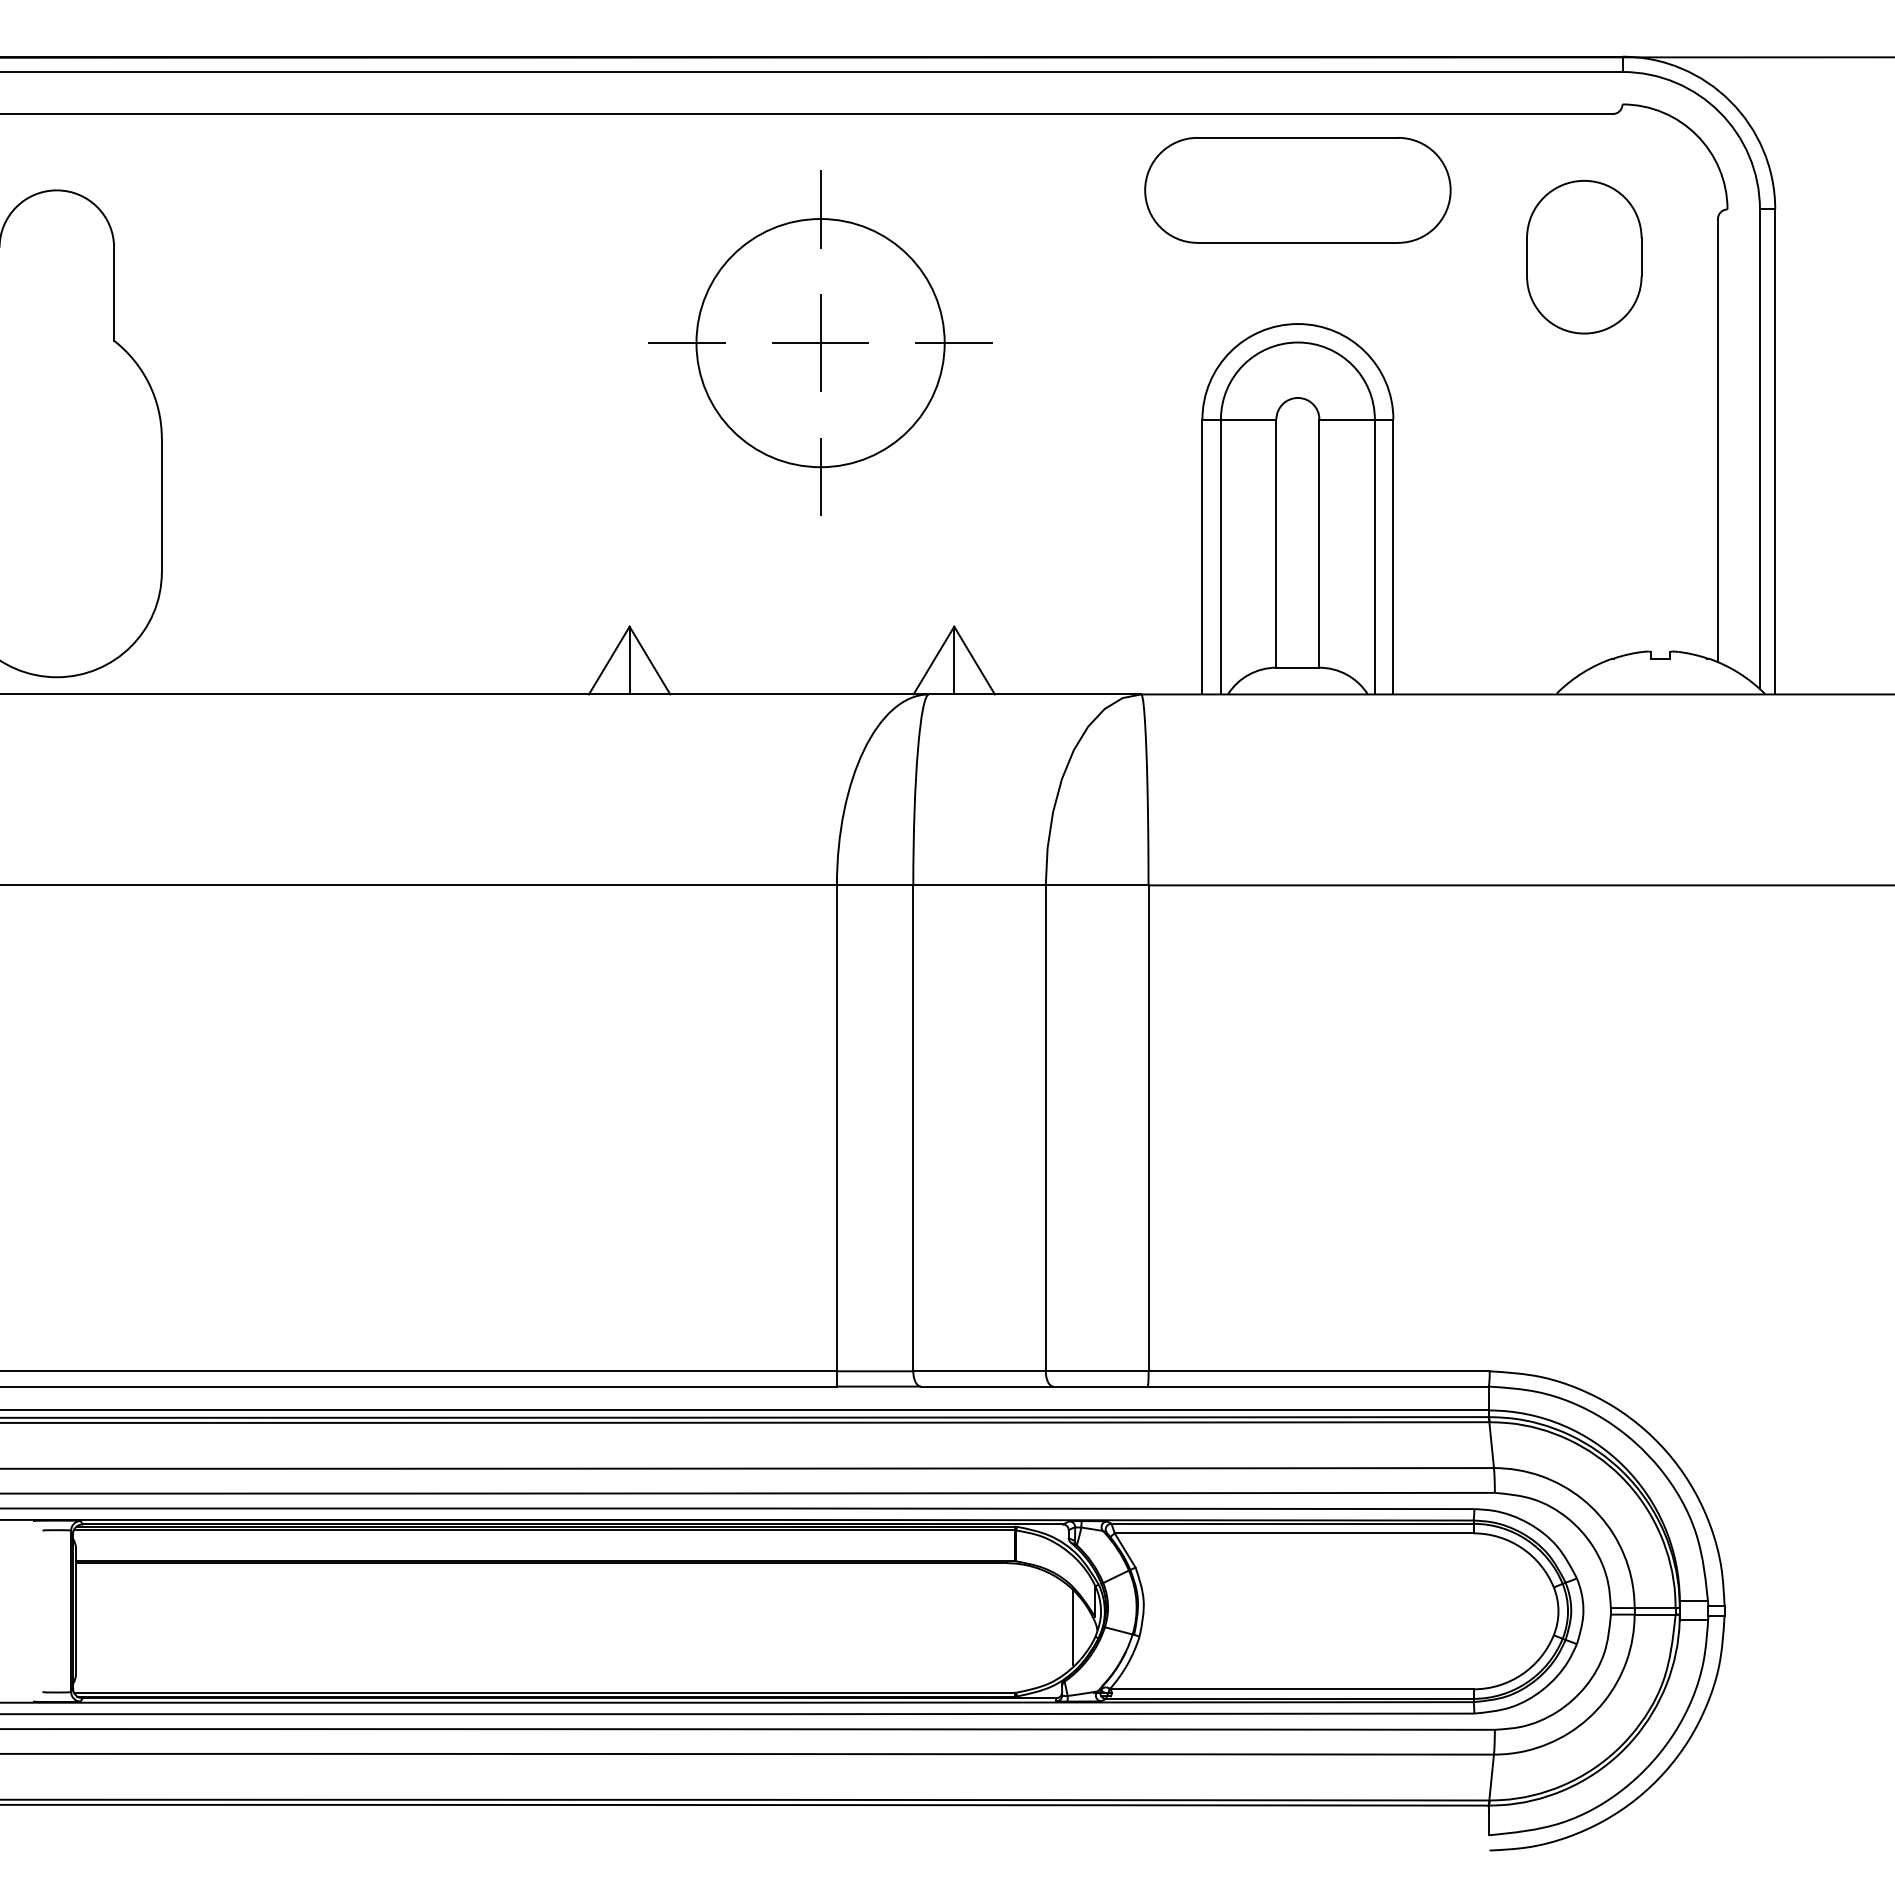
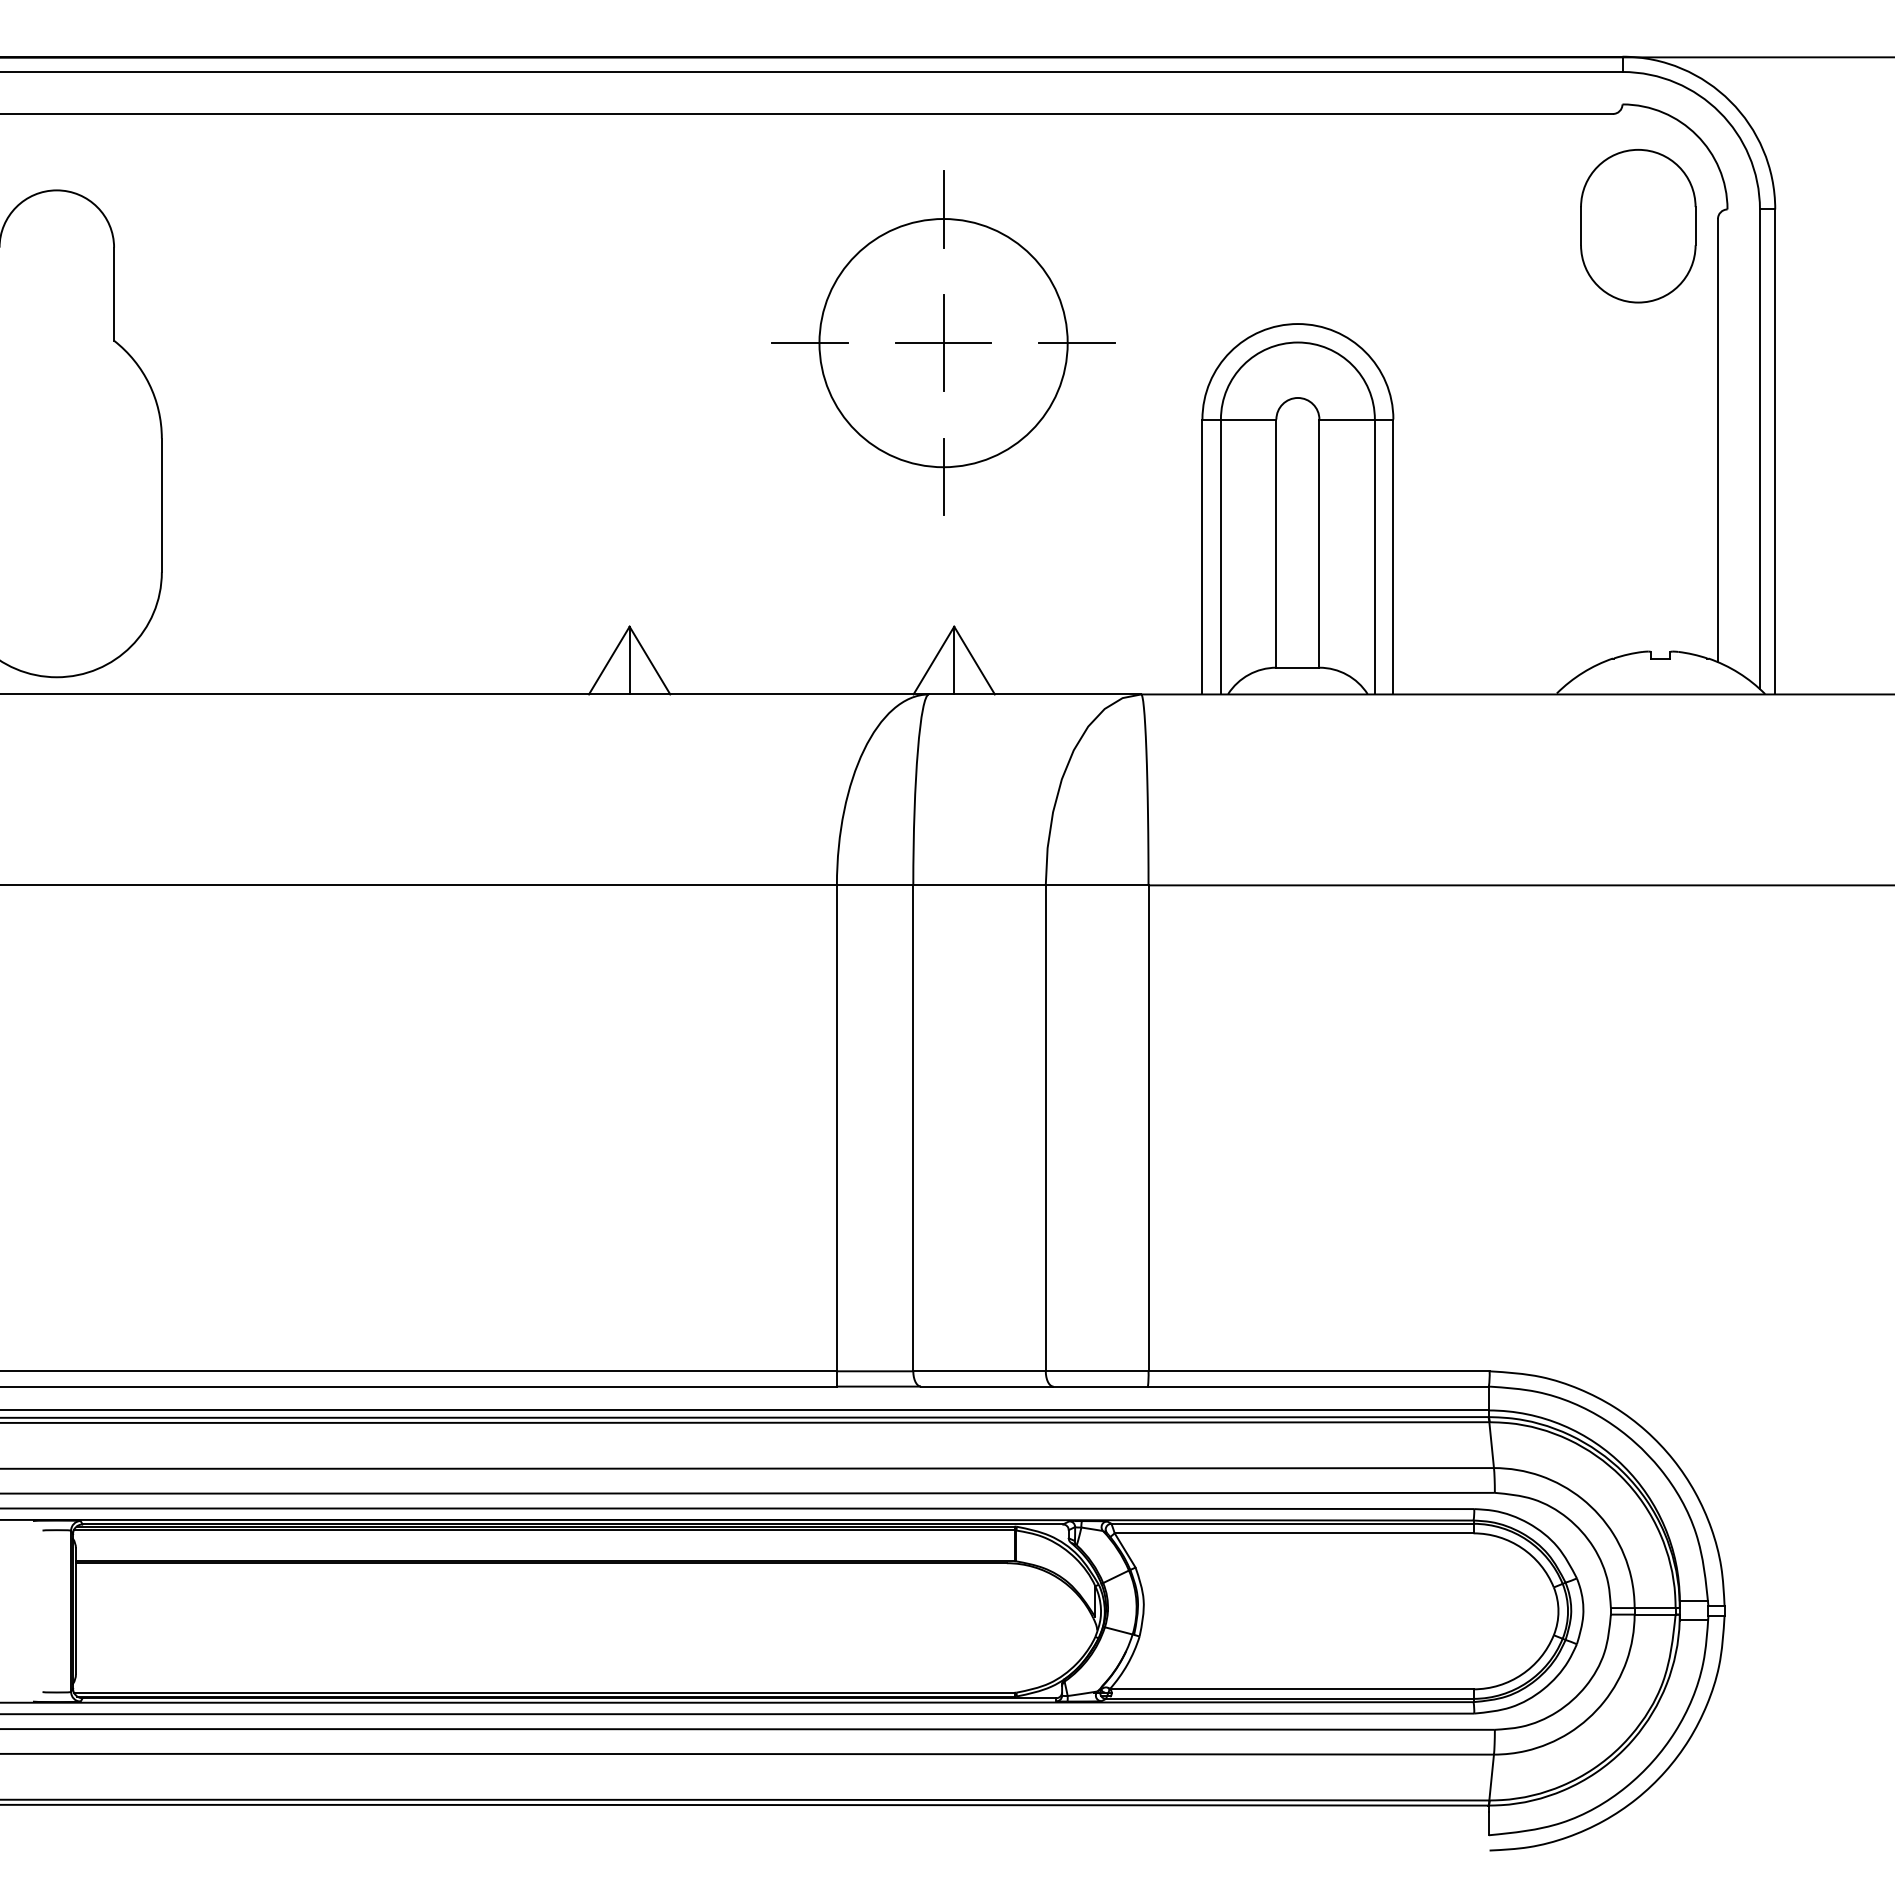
part at (1297, 190): present -> none
part at (1584, 257) position: (1584, 257) -> (1638, 226)
part at (820, 342) position: (820, 342) -> (943, 342)
line at (1072, 1626): present -> none
